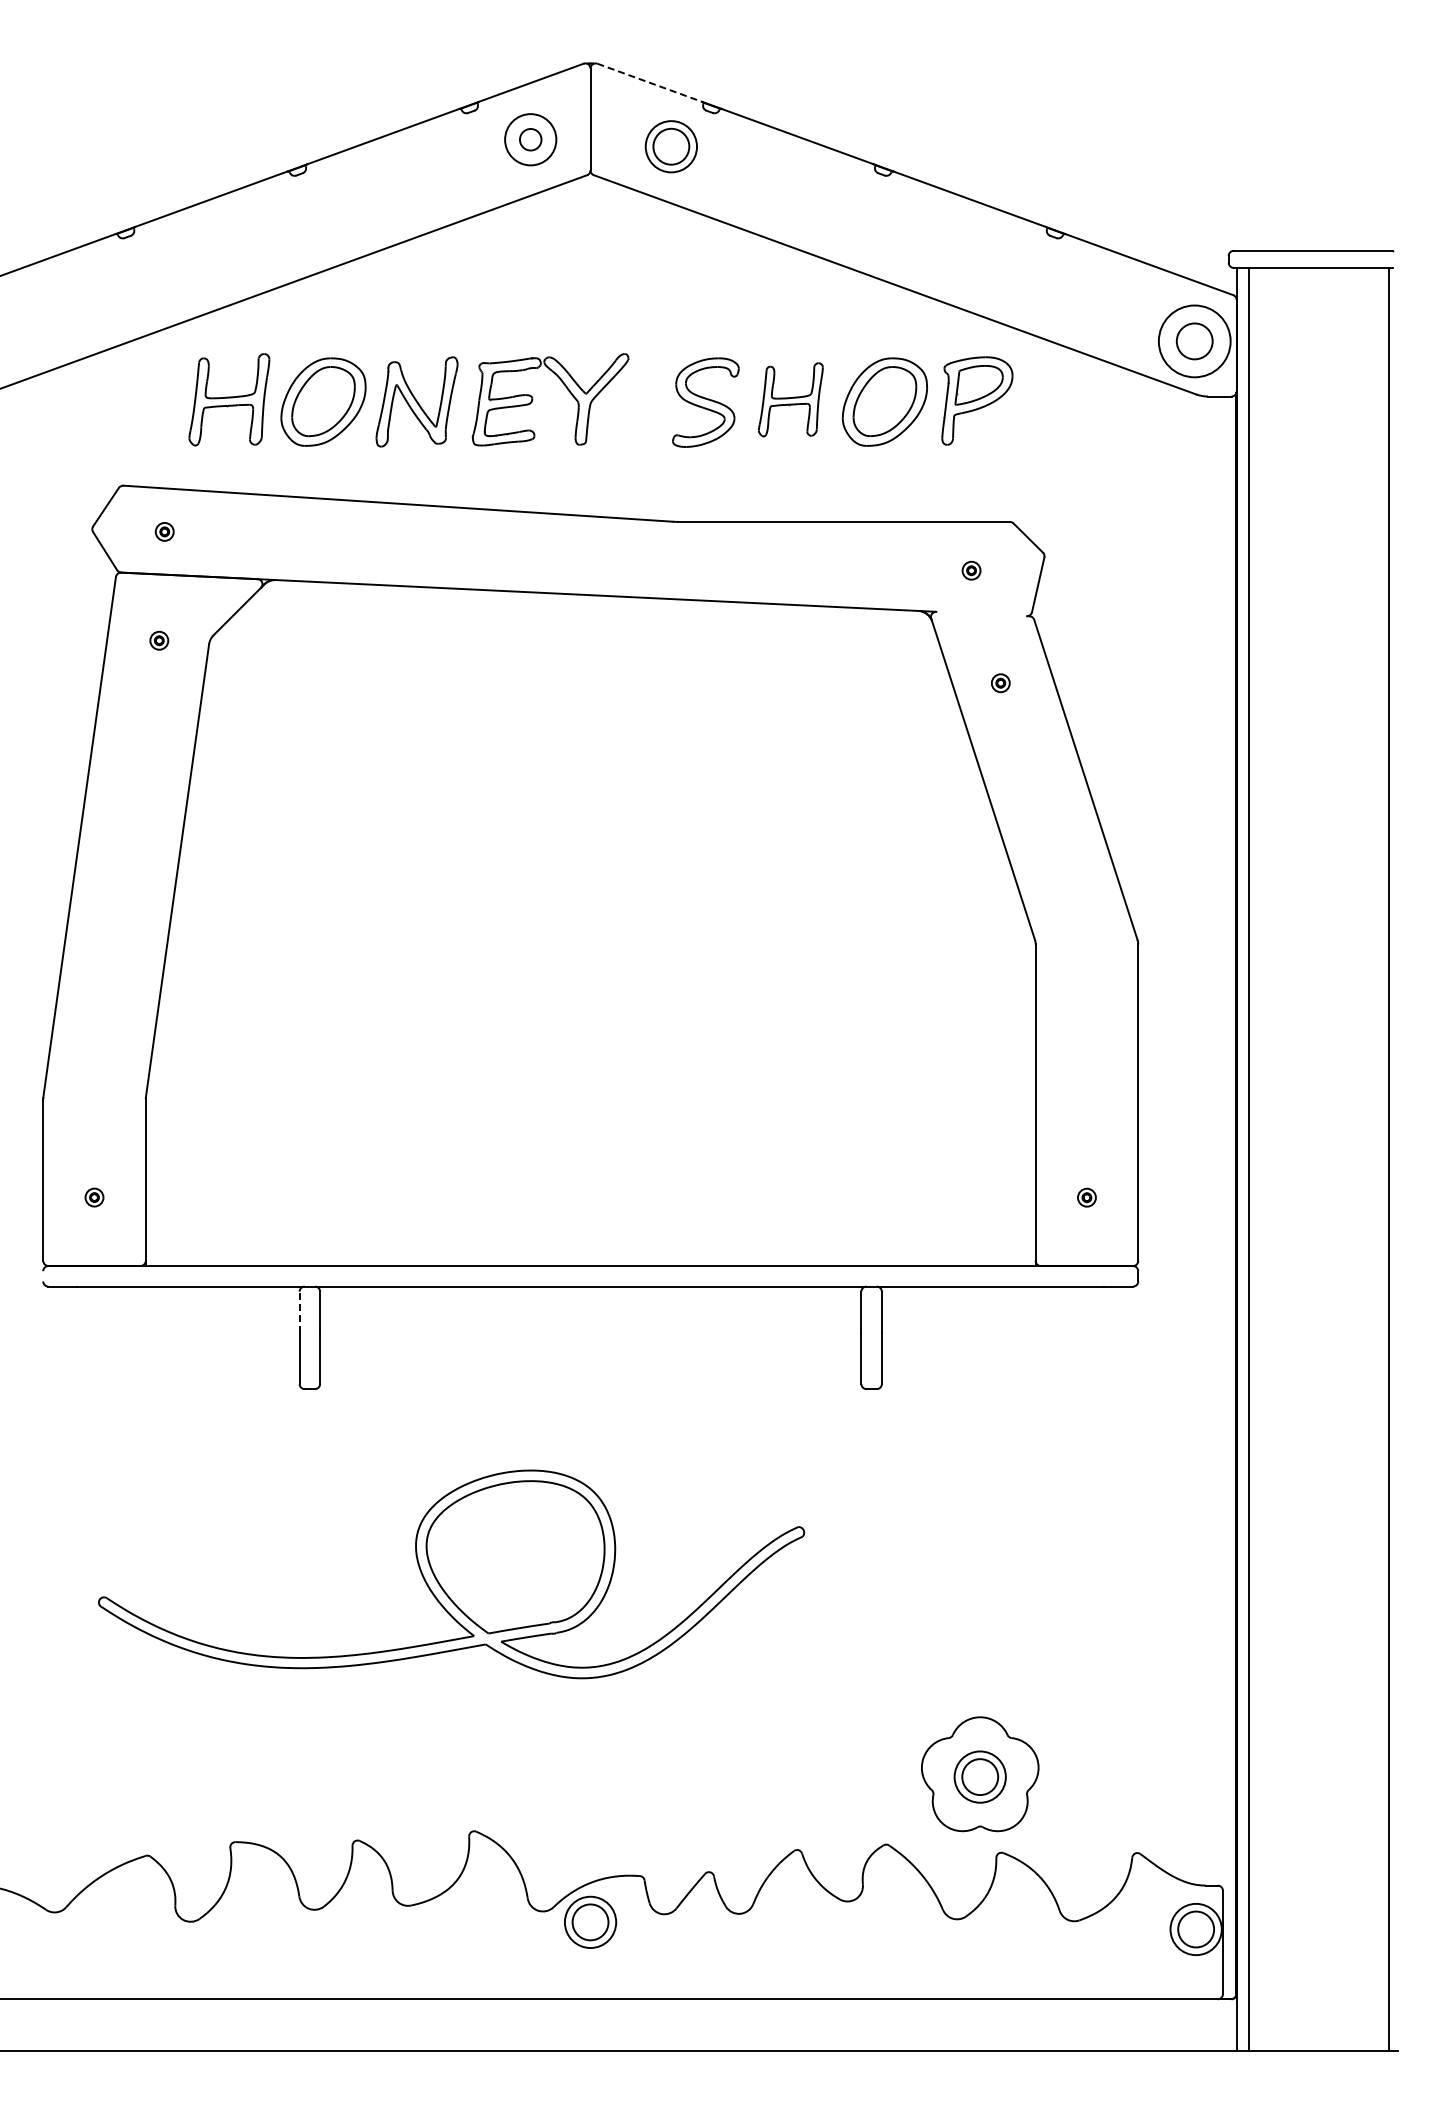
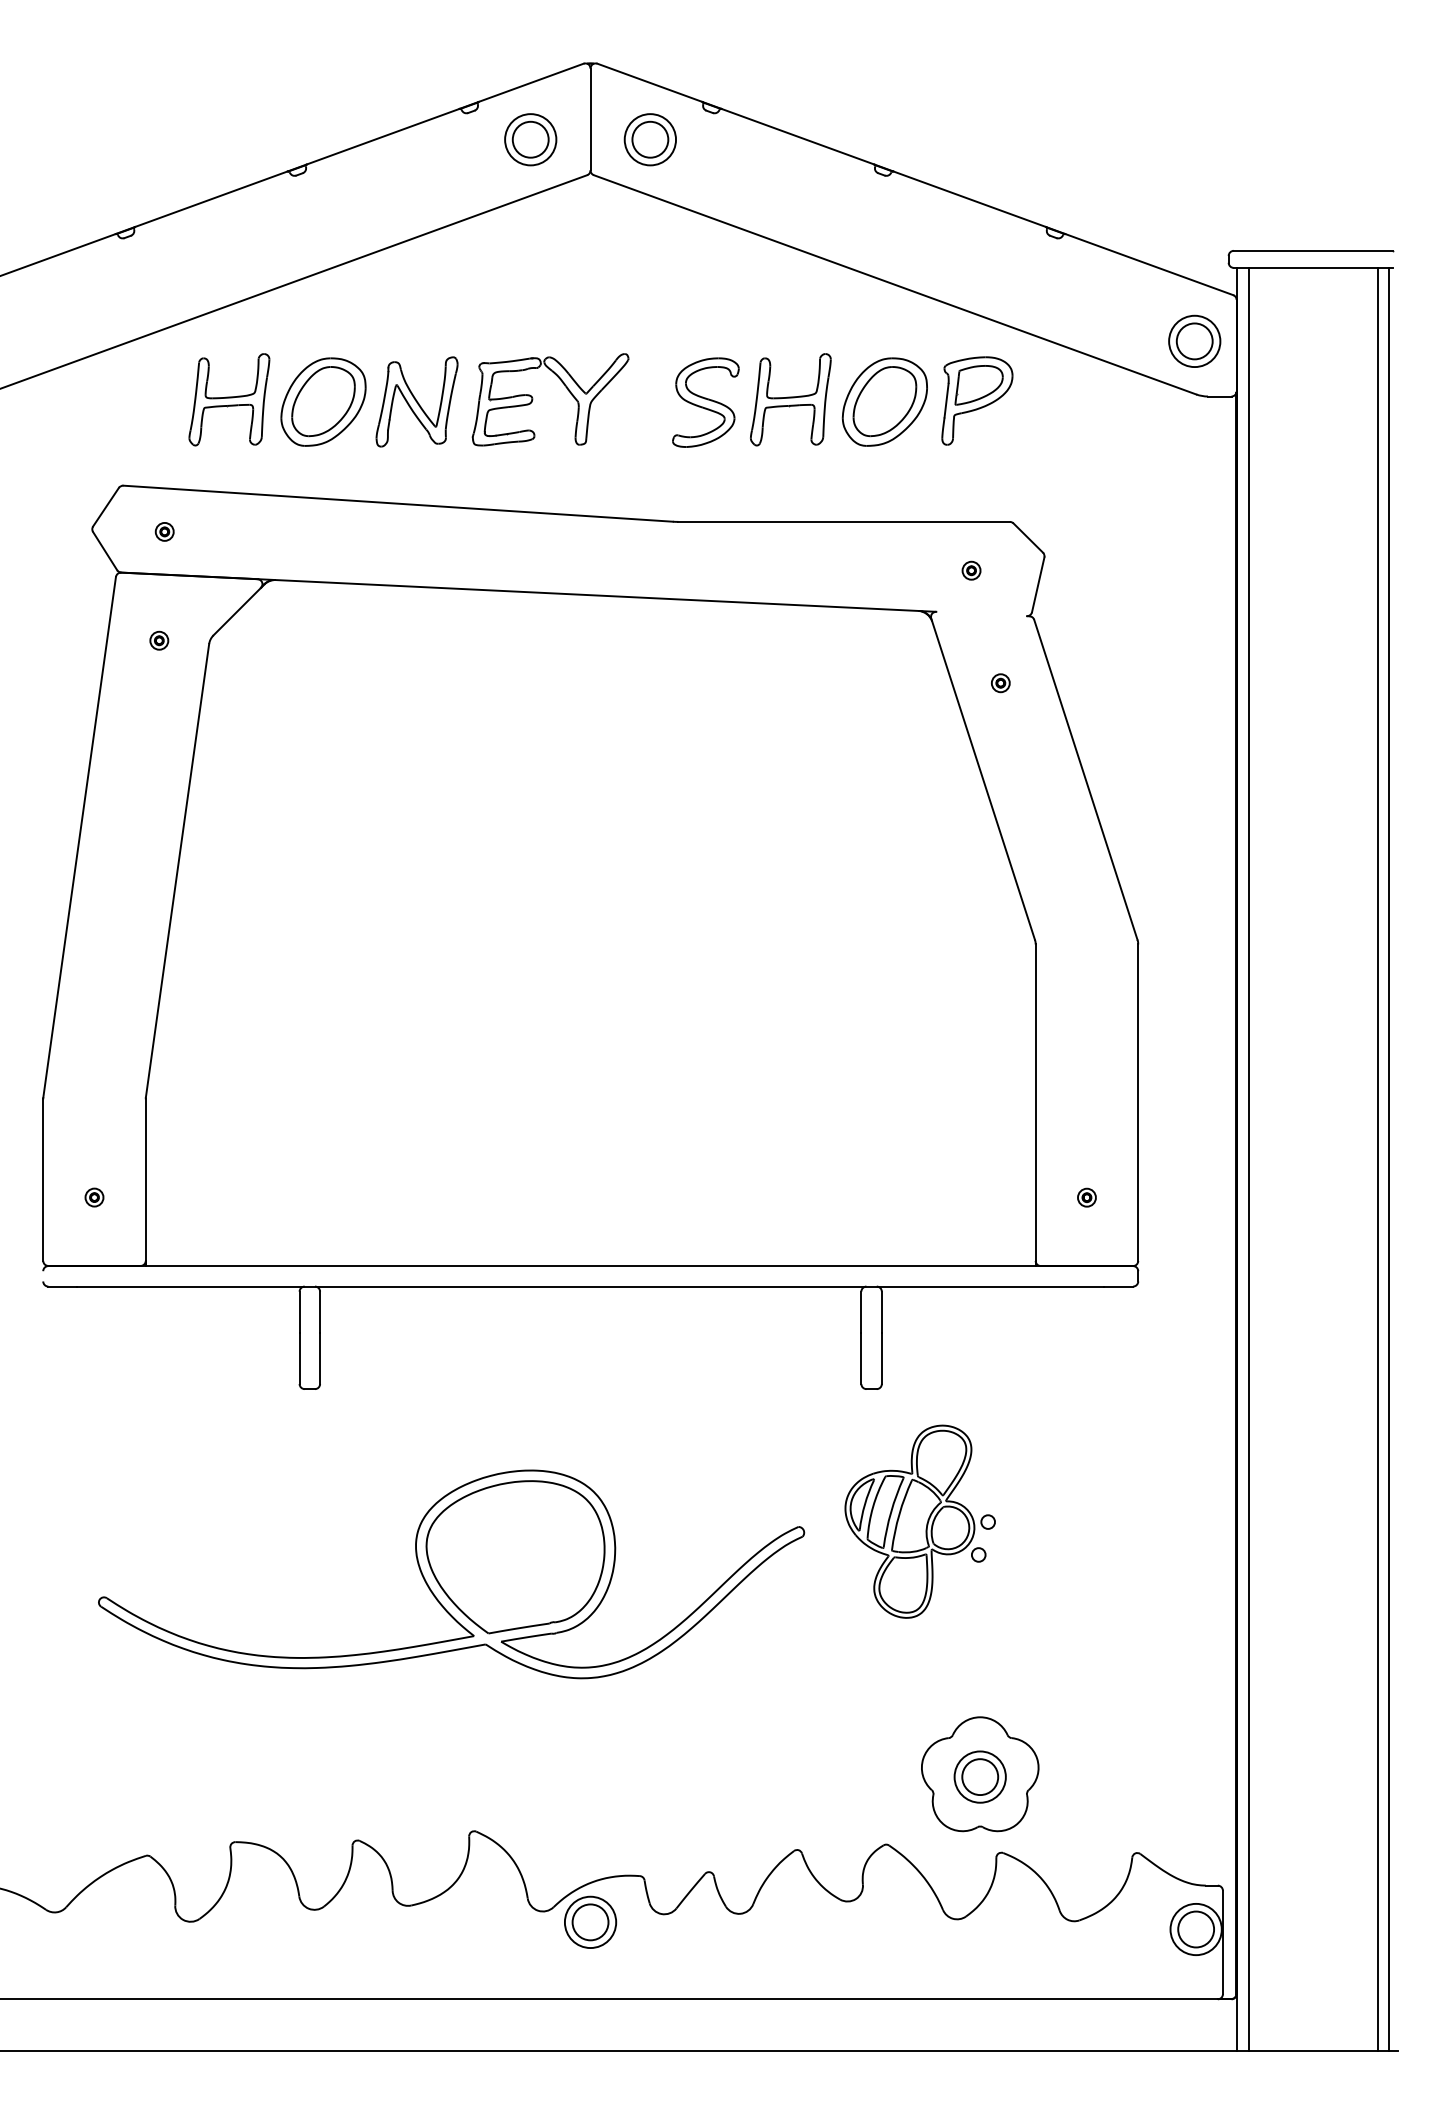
line at (649, 82): dashed -> solid
circle at (530, 139) diameter: 22 px -> 36 px
part at (670, 146) position: (670, 146) -> (649, 139)
circle at (1194, 341) diameter: 72 px -> 51 px
part at (790, 399) size: 66x76 px -> 82x94 px
line at (1377, 1158): none -> present
line at (299, 1312): dashed -> solid
part at (919, 1521): none -> present
